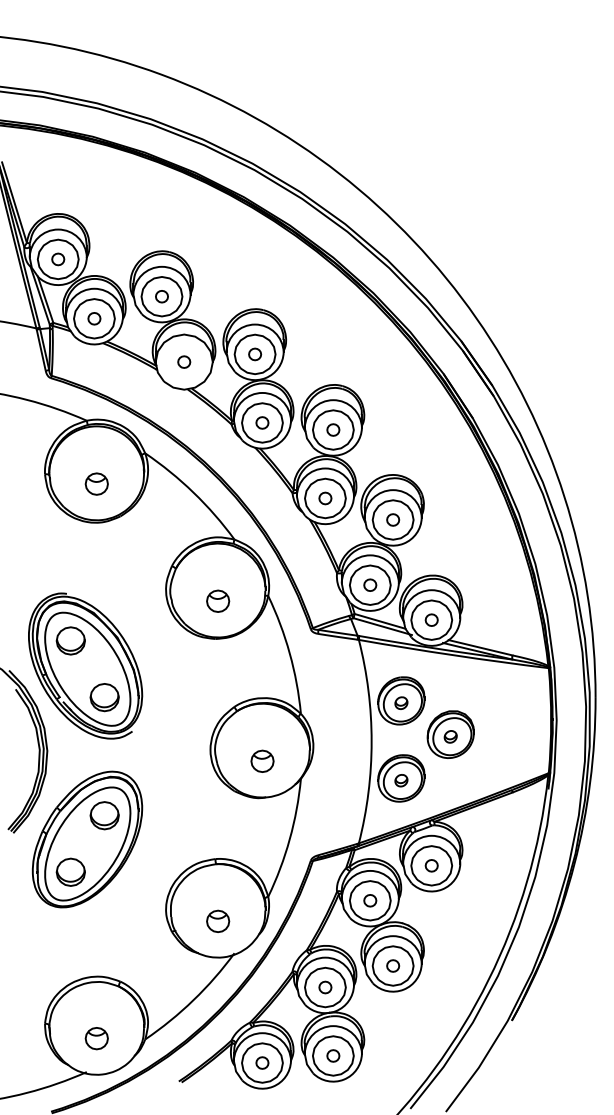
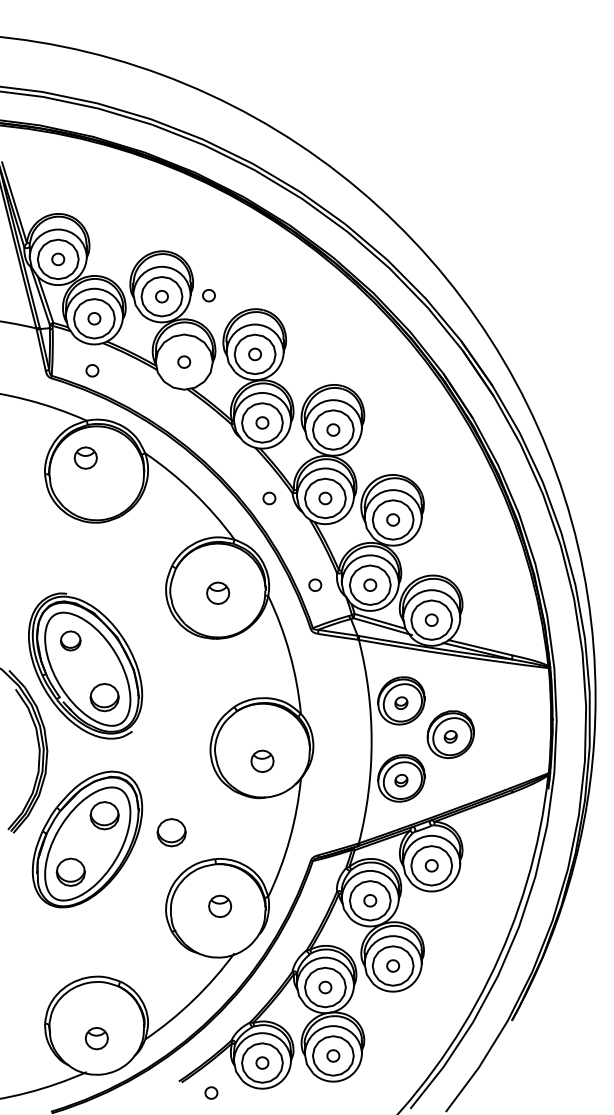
part at (208, 295): none -> present
part at (92, 370): none -> present
part at (96, 483) position: (96, 483) -> (85, 457)
part at (269, 498): none -> present
part at (315, 584): none -> present
part at (218, 600) position: (218, 600) -> (218, 592)
part at (70, 640) size: 31x30 px -> 22x22 px
part at (171, 832): none -> present
part at (218, 920) position: (218, 920) -> (220, 905)
part at (211, 1092): none -> present
